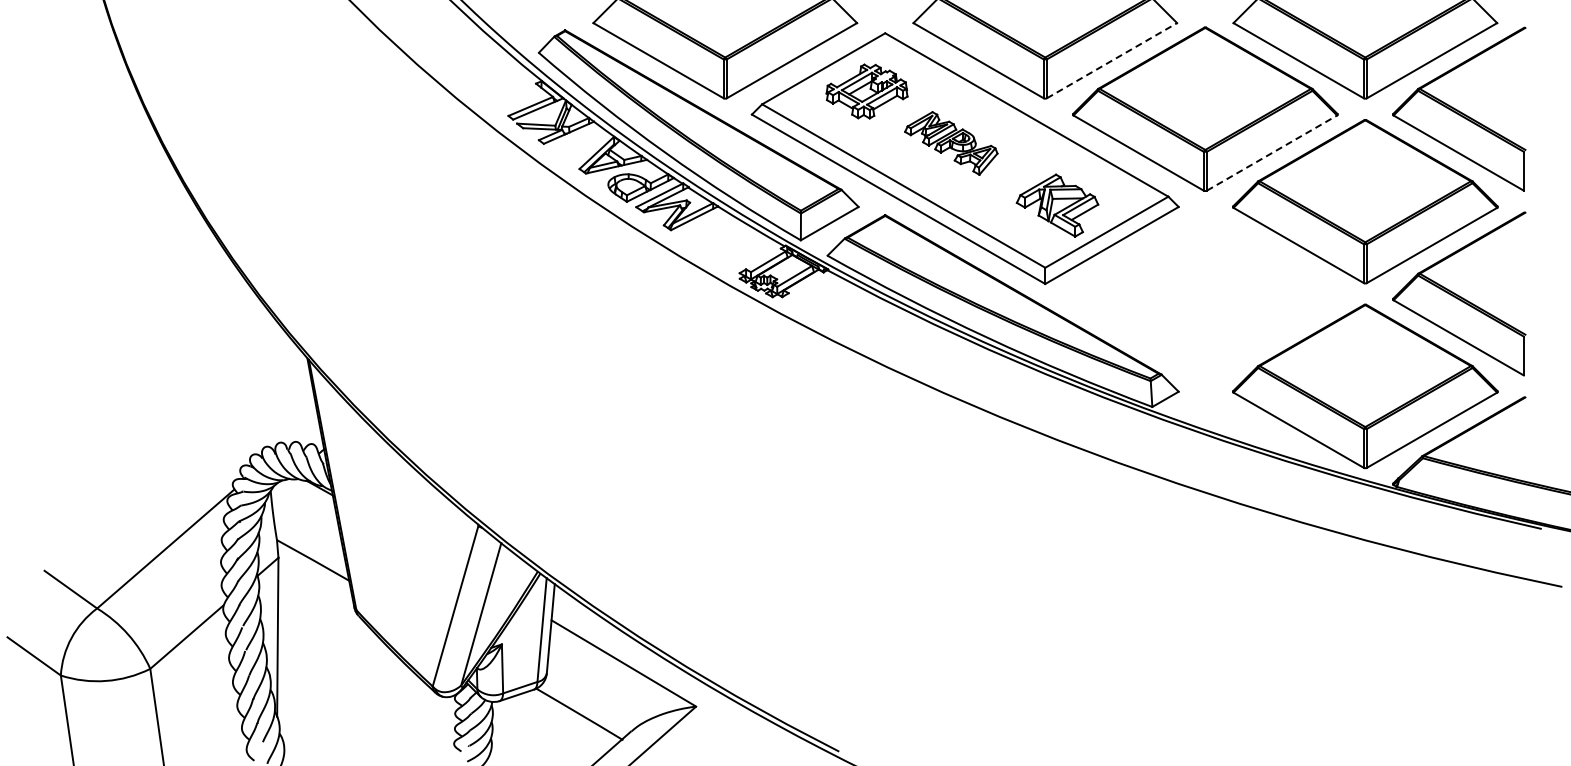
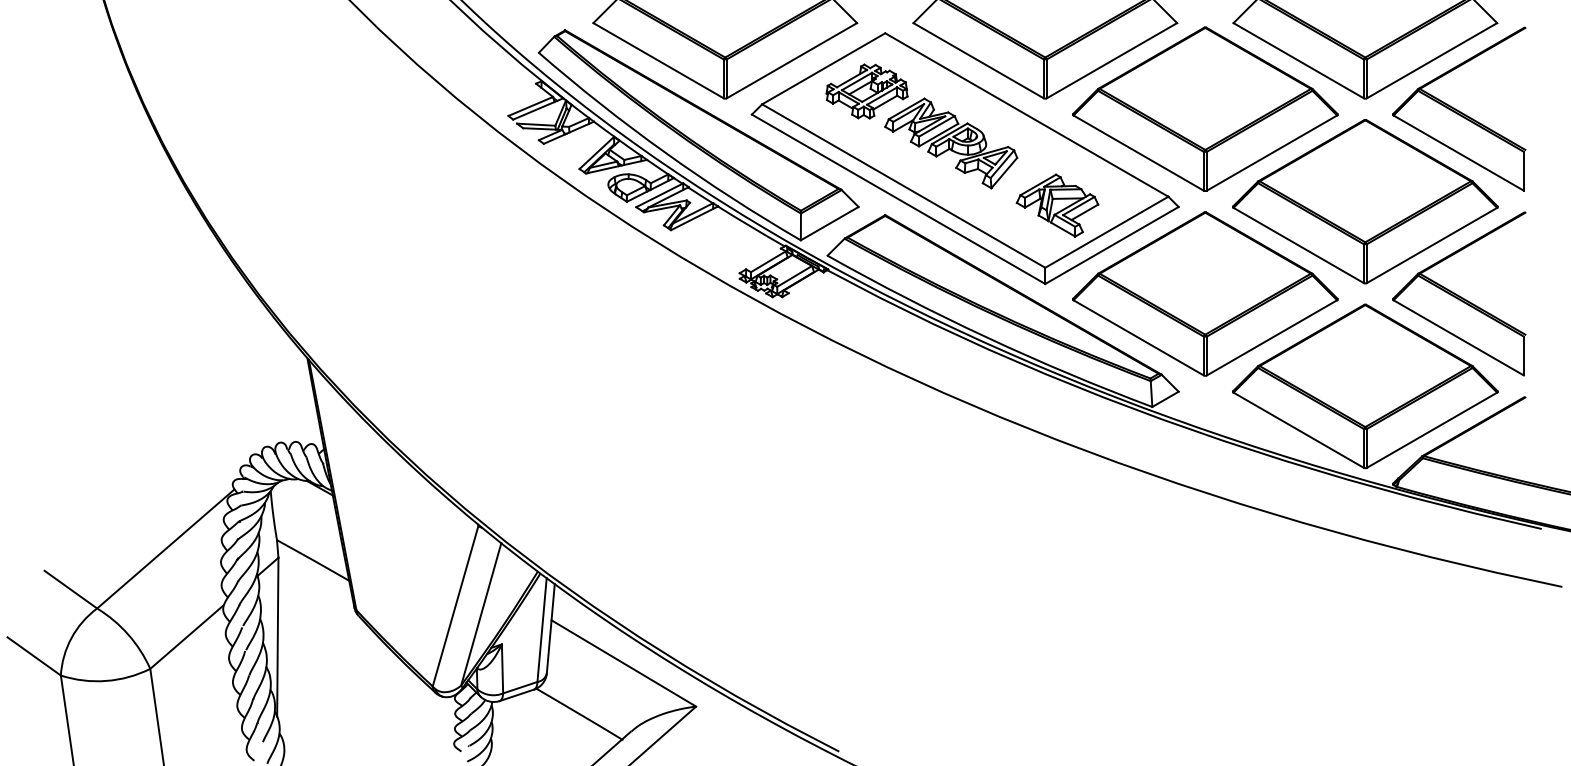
line at (1112, 60): dashed -> solid
part at (951, 143) size: 95x65 px -> 135x93 px
line at (1272, 152): dashed -> solid
part at (1205, 293): none -> present
